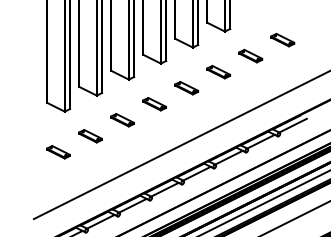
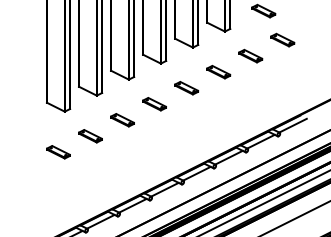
part at (263, 10): none -> present
line at (180, 145): present -> none
